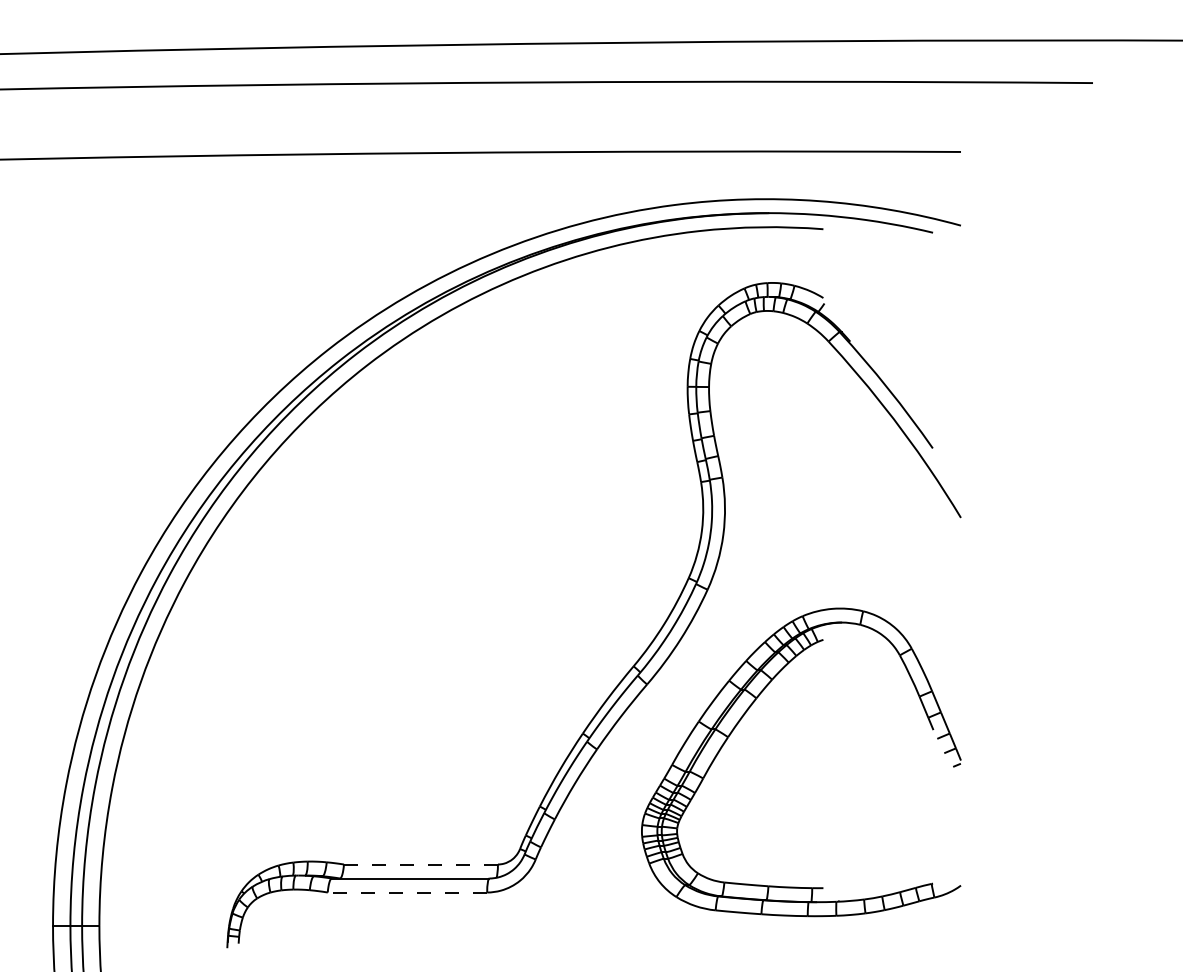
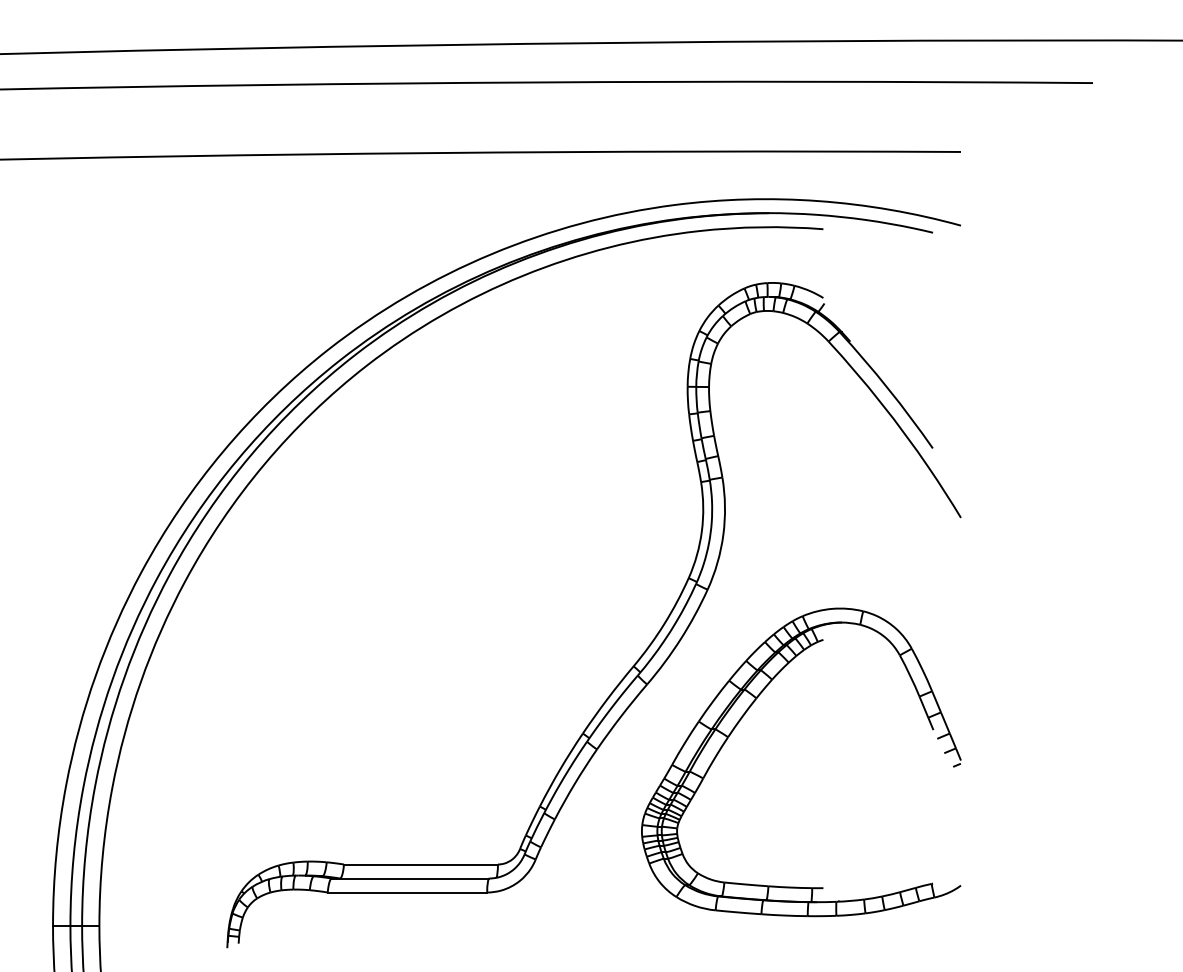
line at (420, 864): dashed -> solid
line at (407, 892): dashed -> solid
